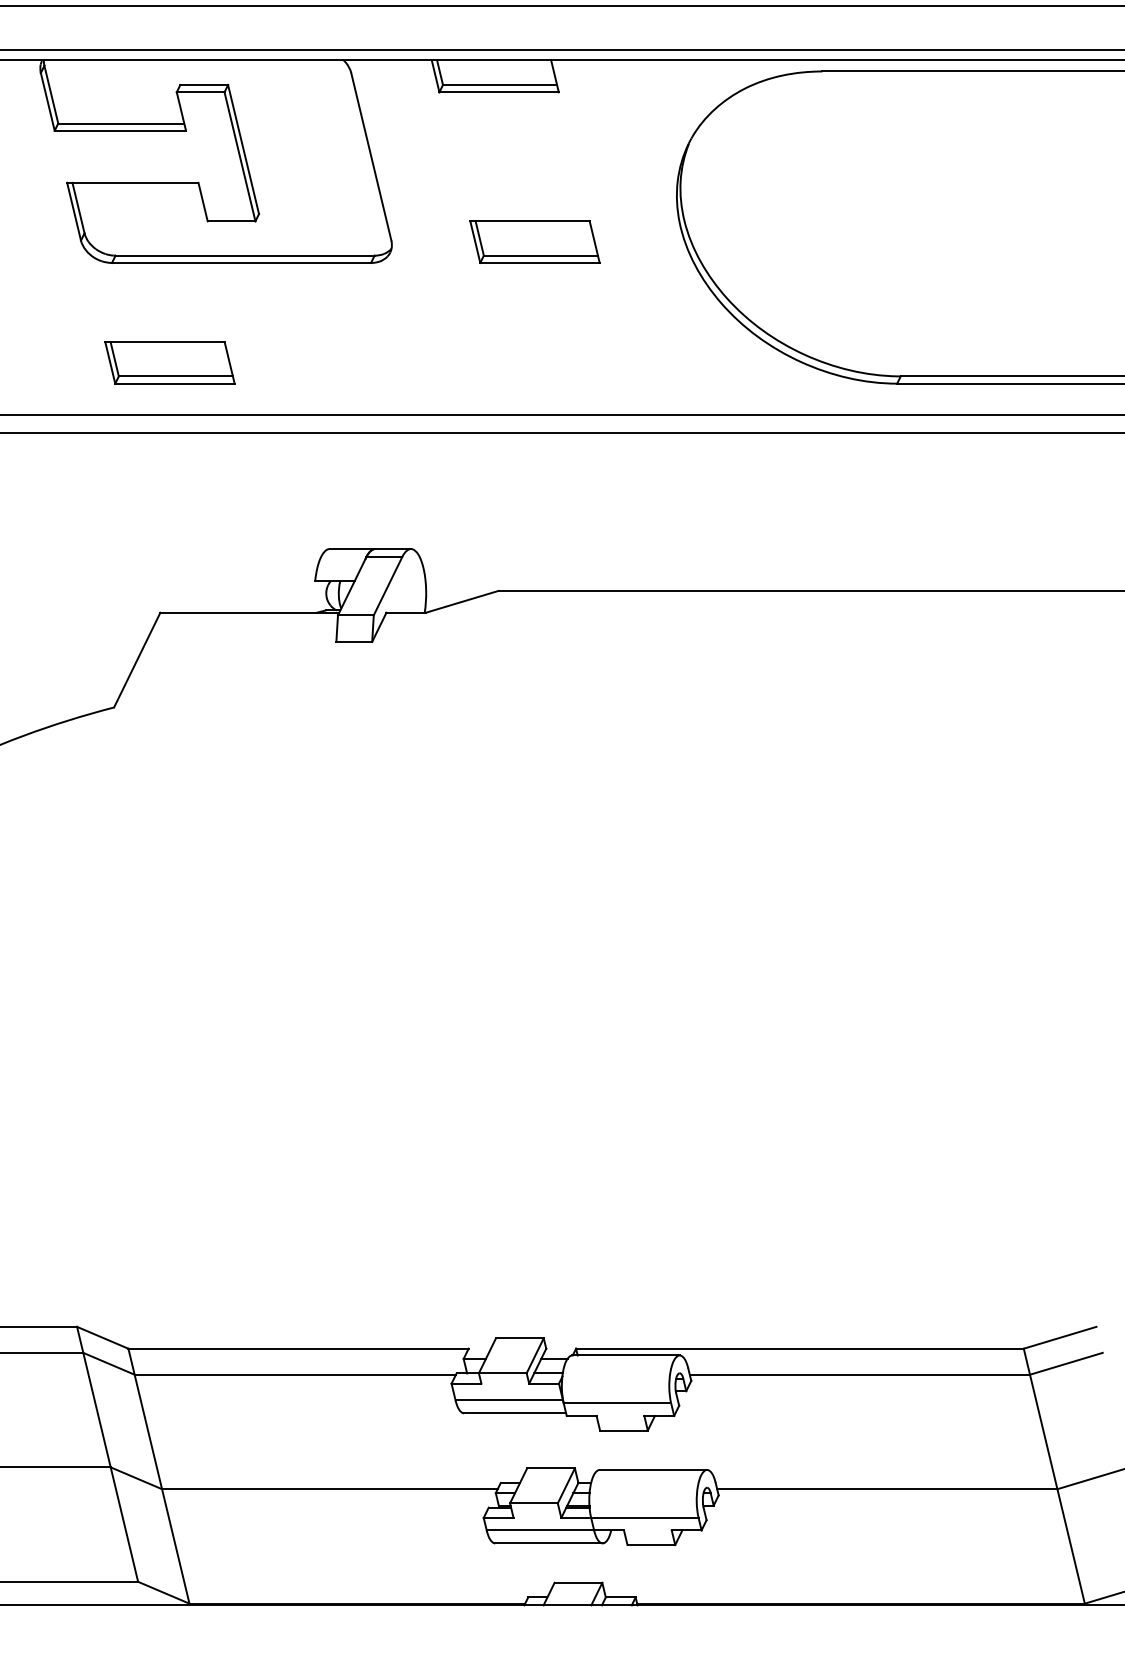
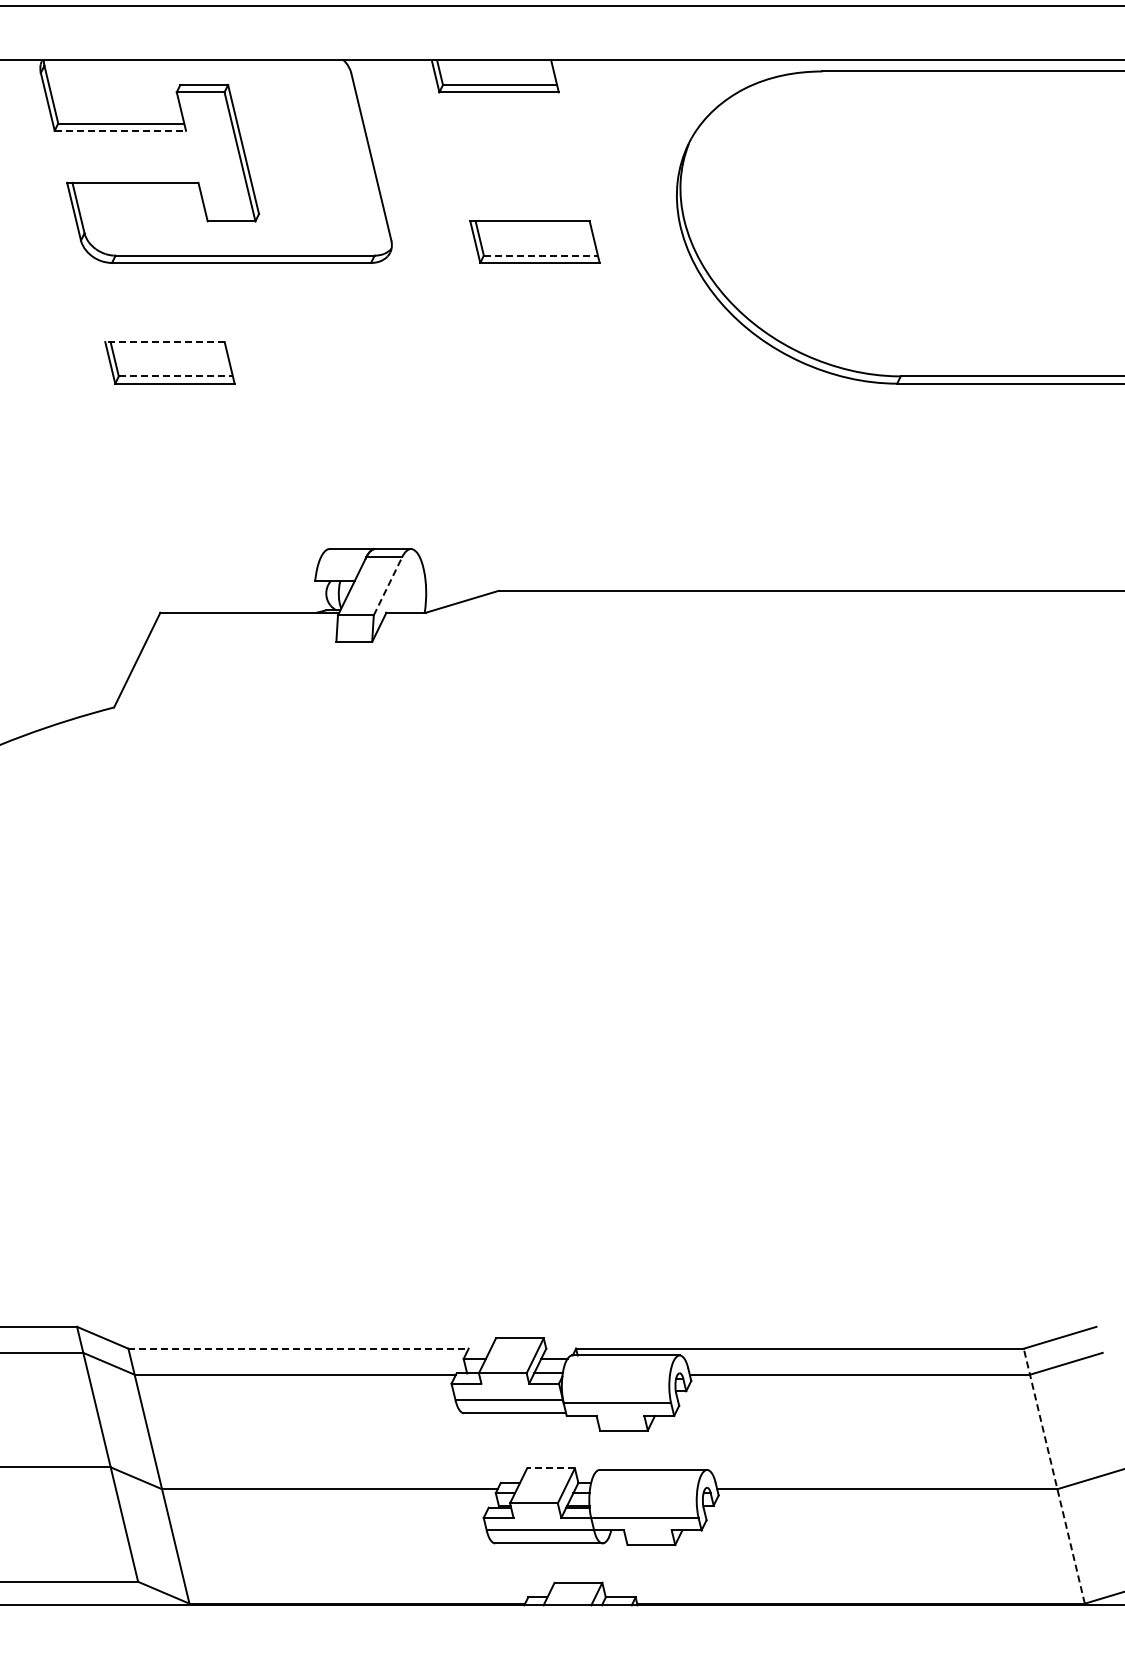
line at (561, 49): present -> none
line at (120, 130): solid -> dashed
line at (541, 255): solid -> dashed
line at (164, 342): solid -> dashed
line at (176, 376): solid -> dashed
line at (561, 414): present -> none
line at (561, 432): present -> none
line at (388, 585): solid -> dashed
line at (299, 1348): solid -> dashed
line at (551, 1468): solid -> dashed
line at (1054, 1475): solid -> dashed
